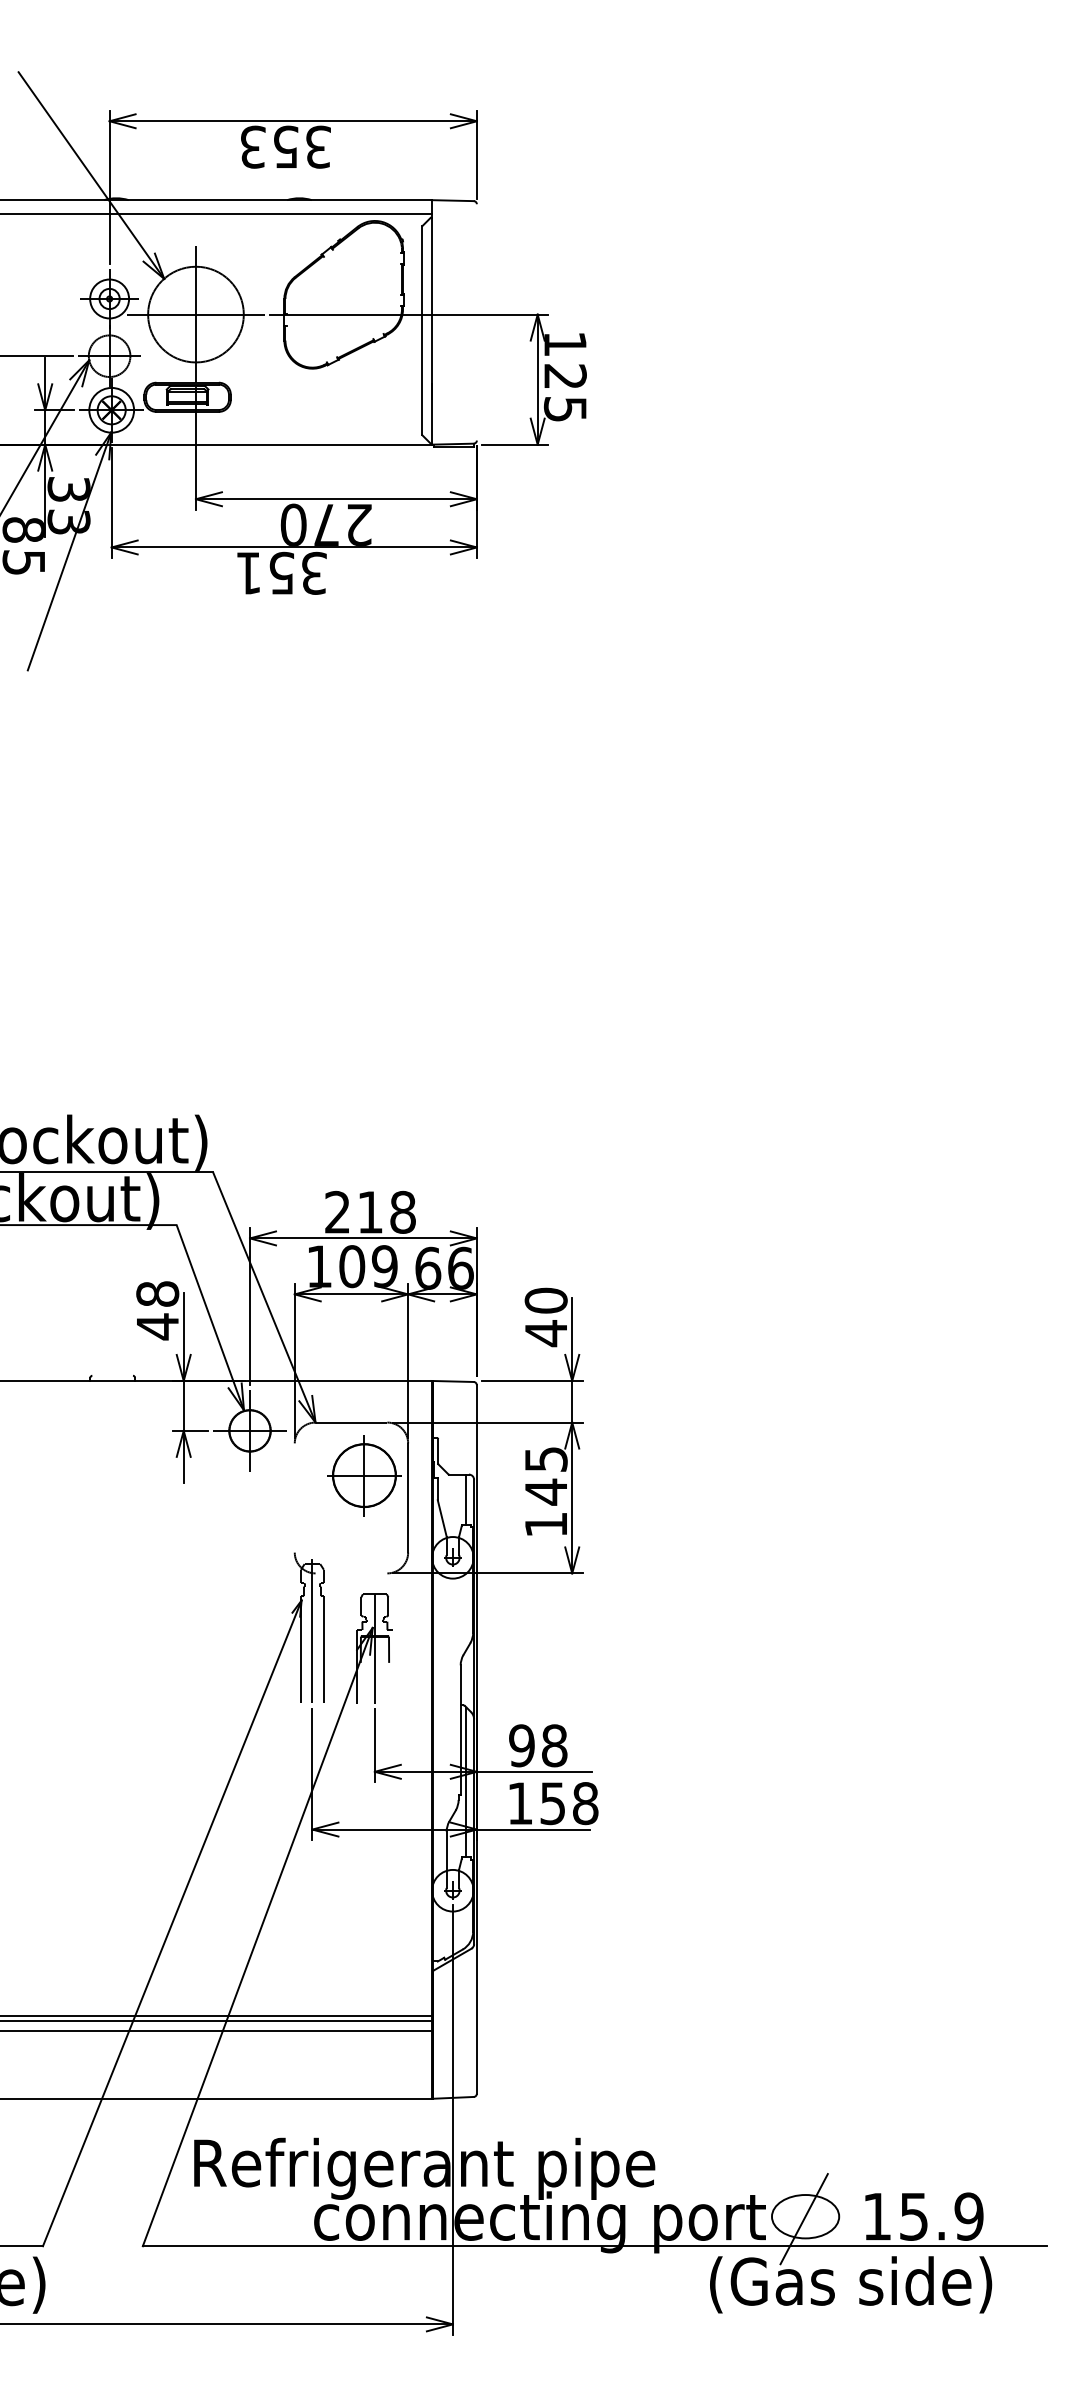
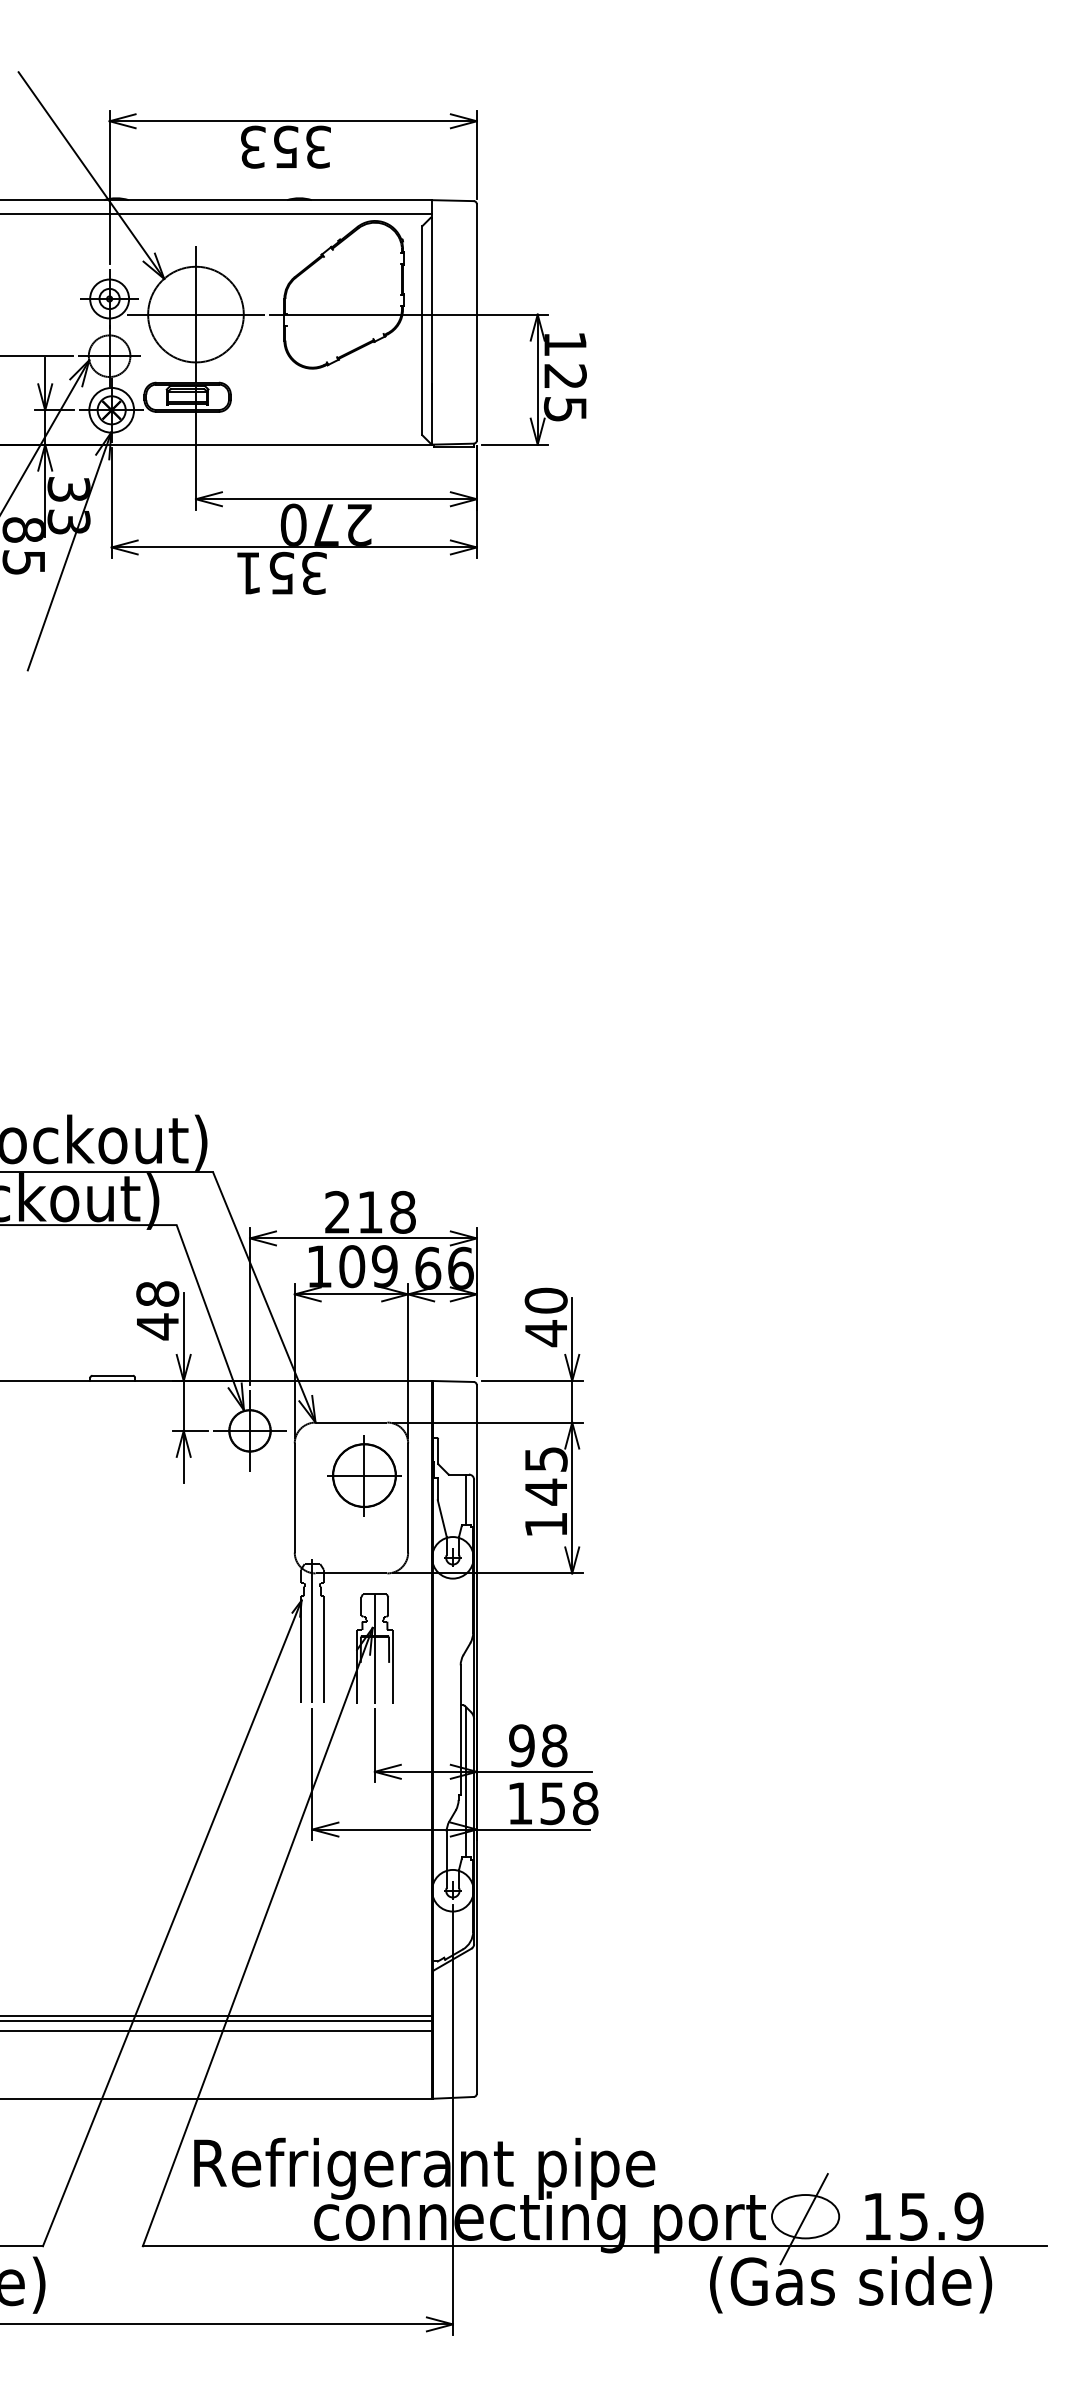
line at (476, 322): none -> present
line at (112, 1375): none -> present
line at (294, 1497): none -> present
line at (351, 1573): none -> present
line at (393, 1666): none -> present
